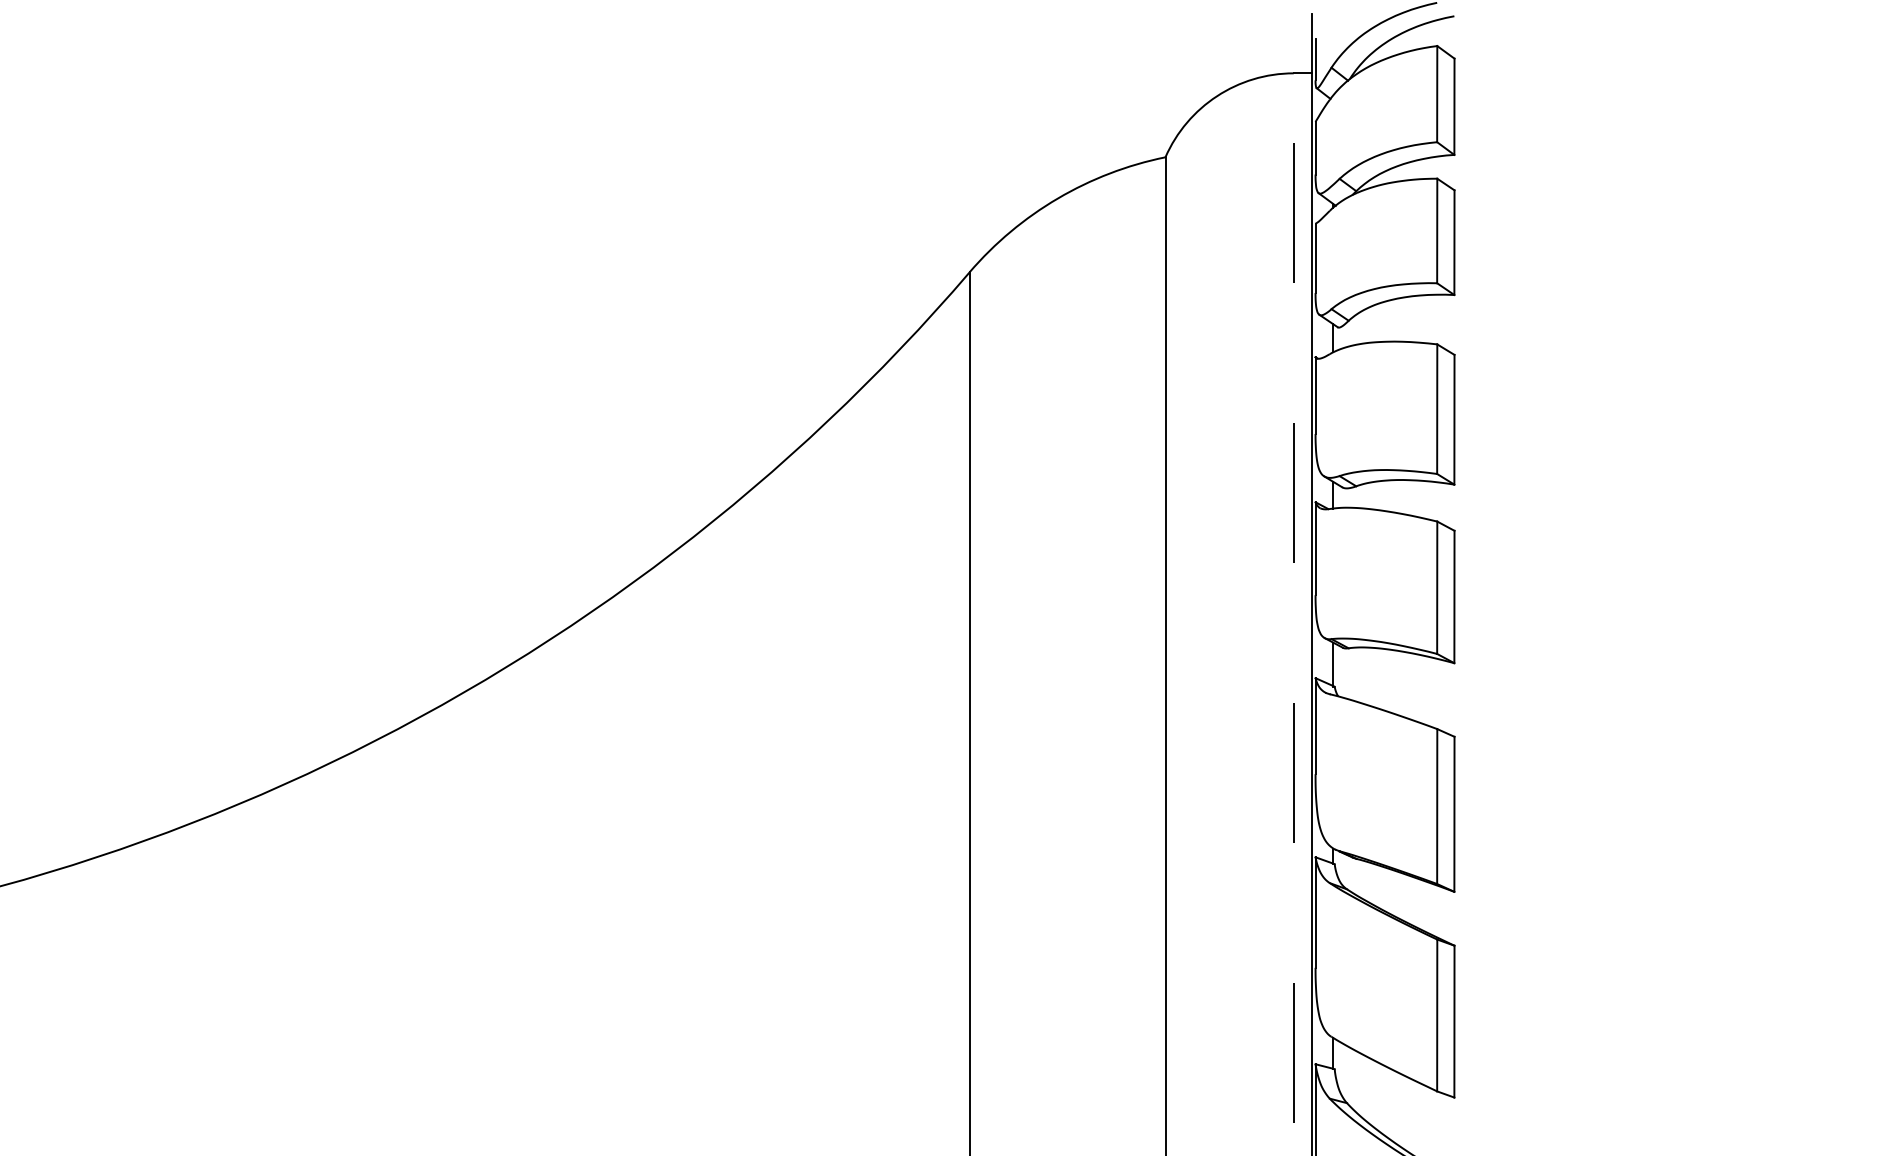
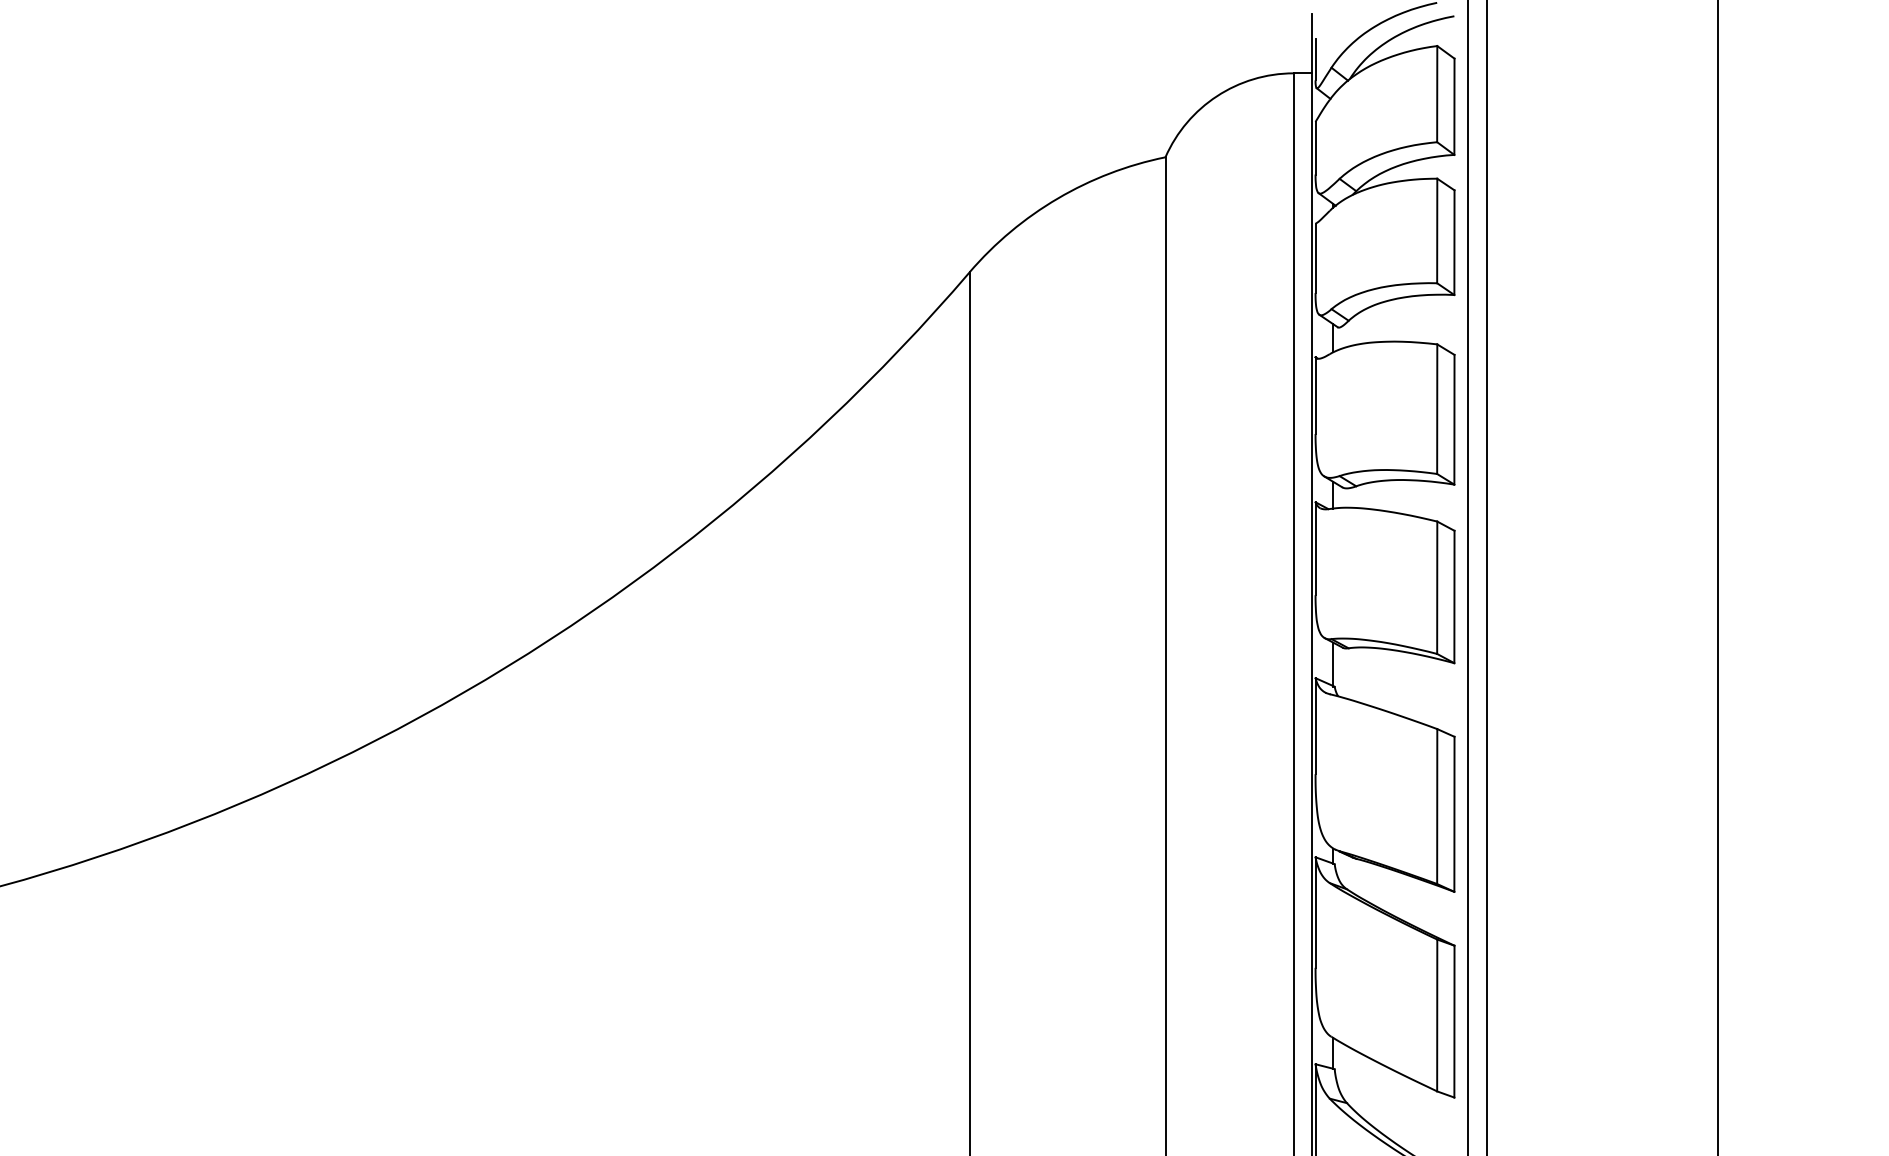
line at (1467, 577): none -> present
line at (1487, 577): none -> present
line at (1718, 577): none -> present
line at (1293, 614): dashed -> solid
